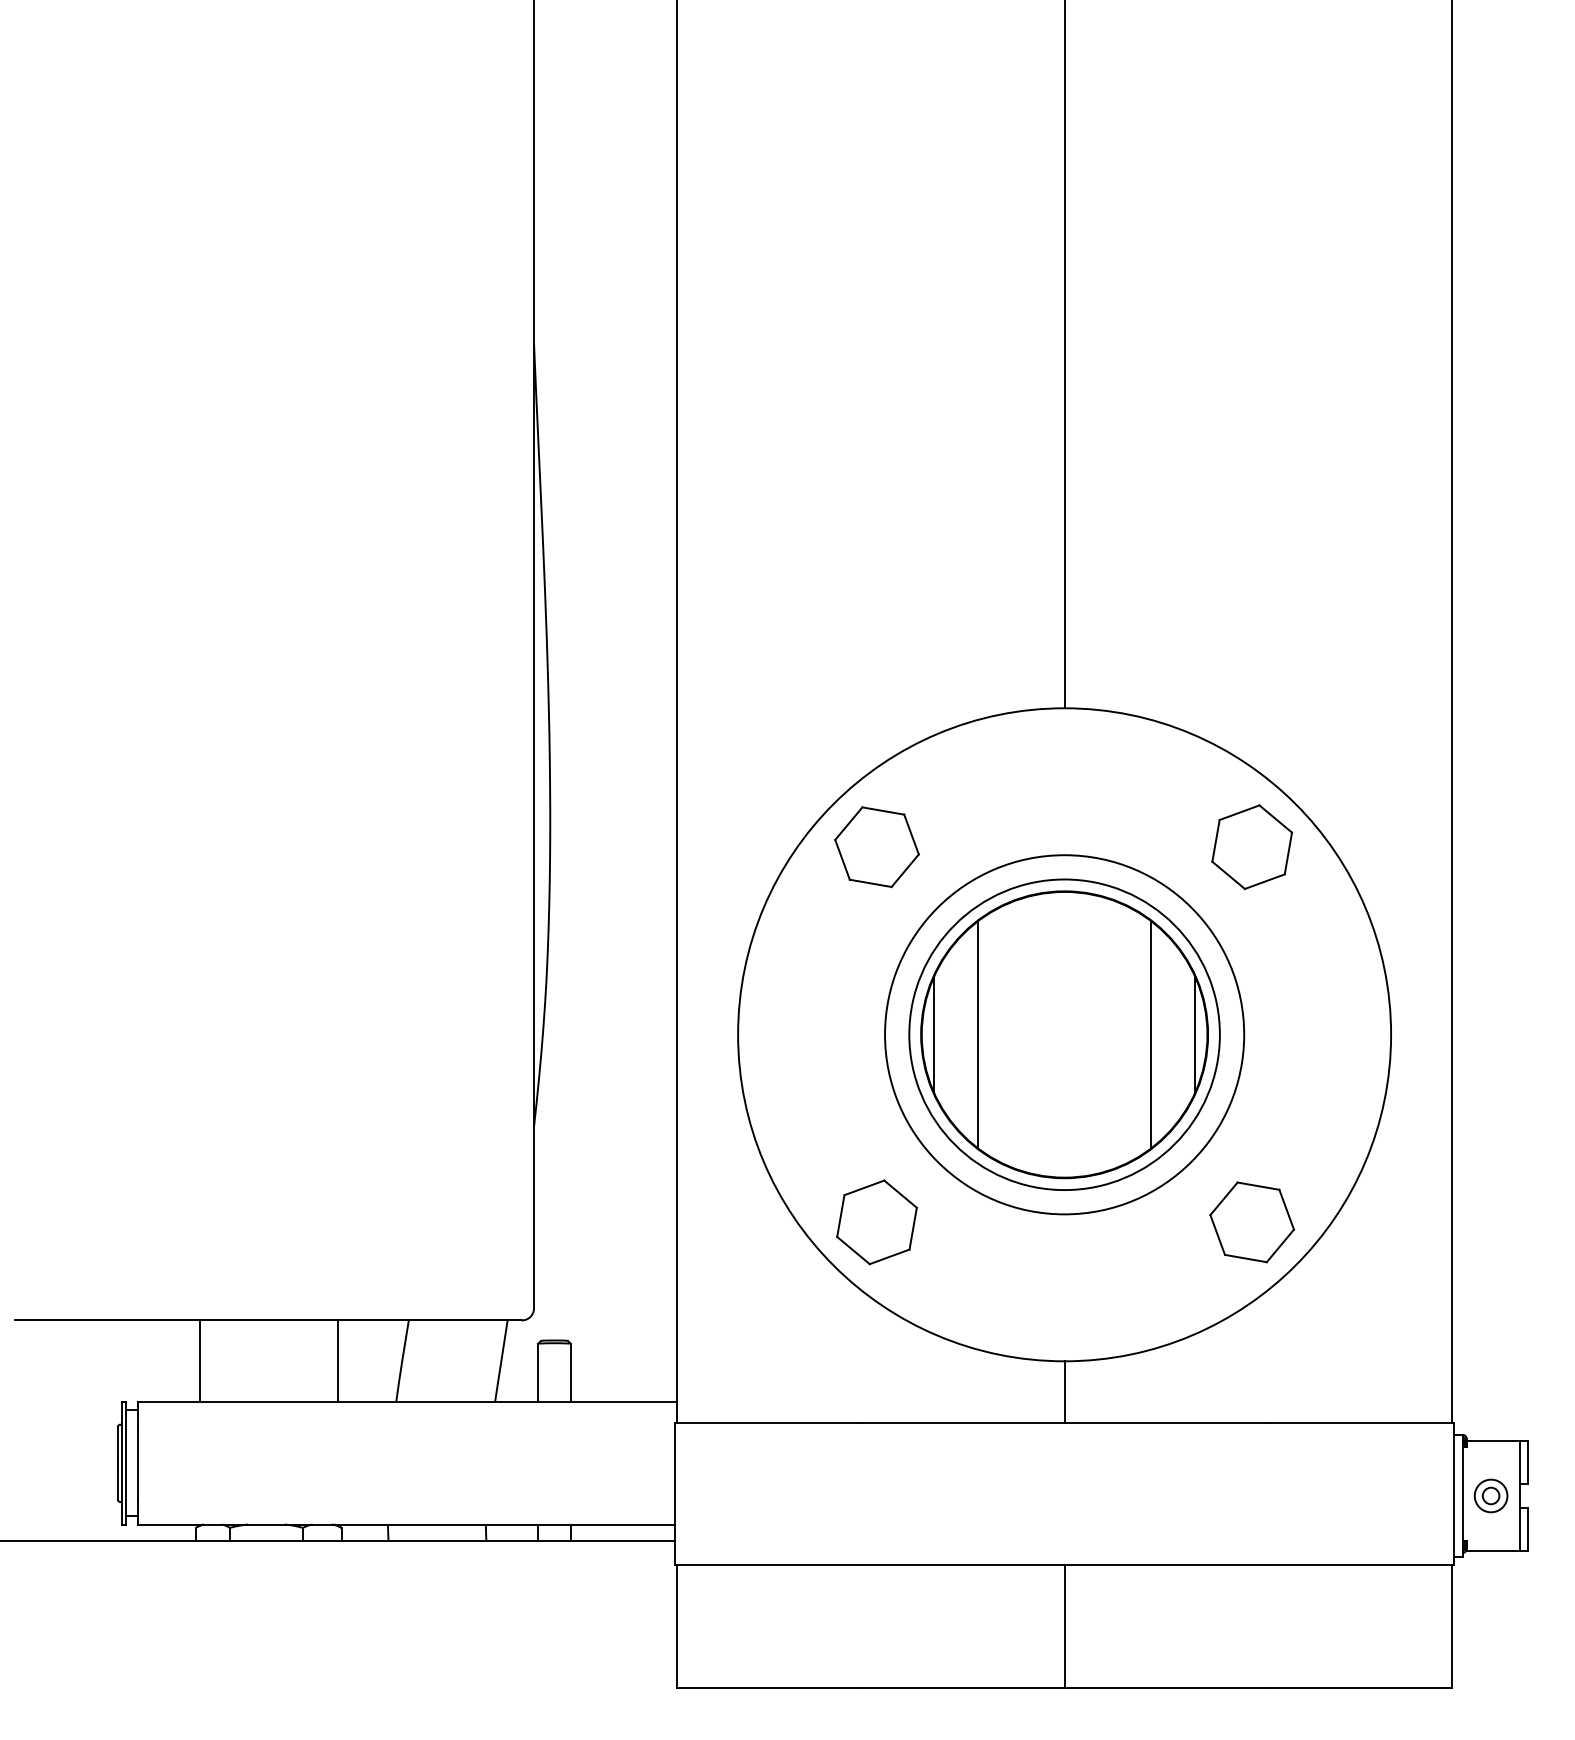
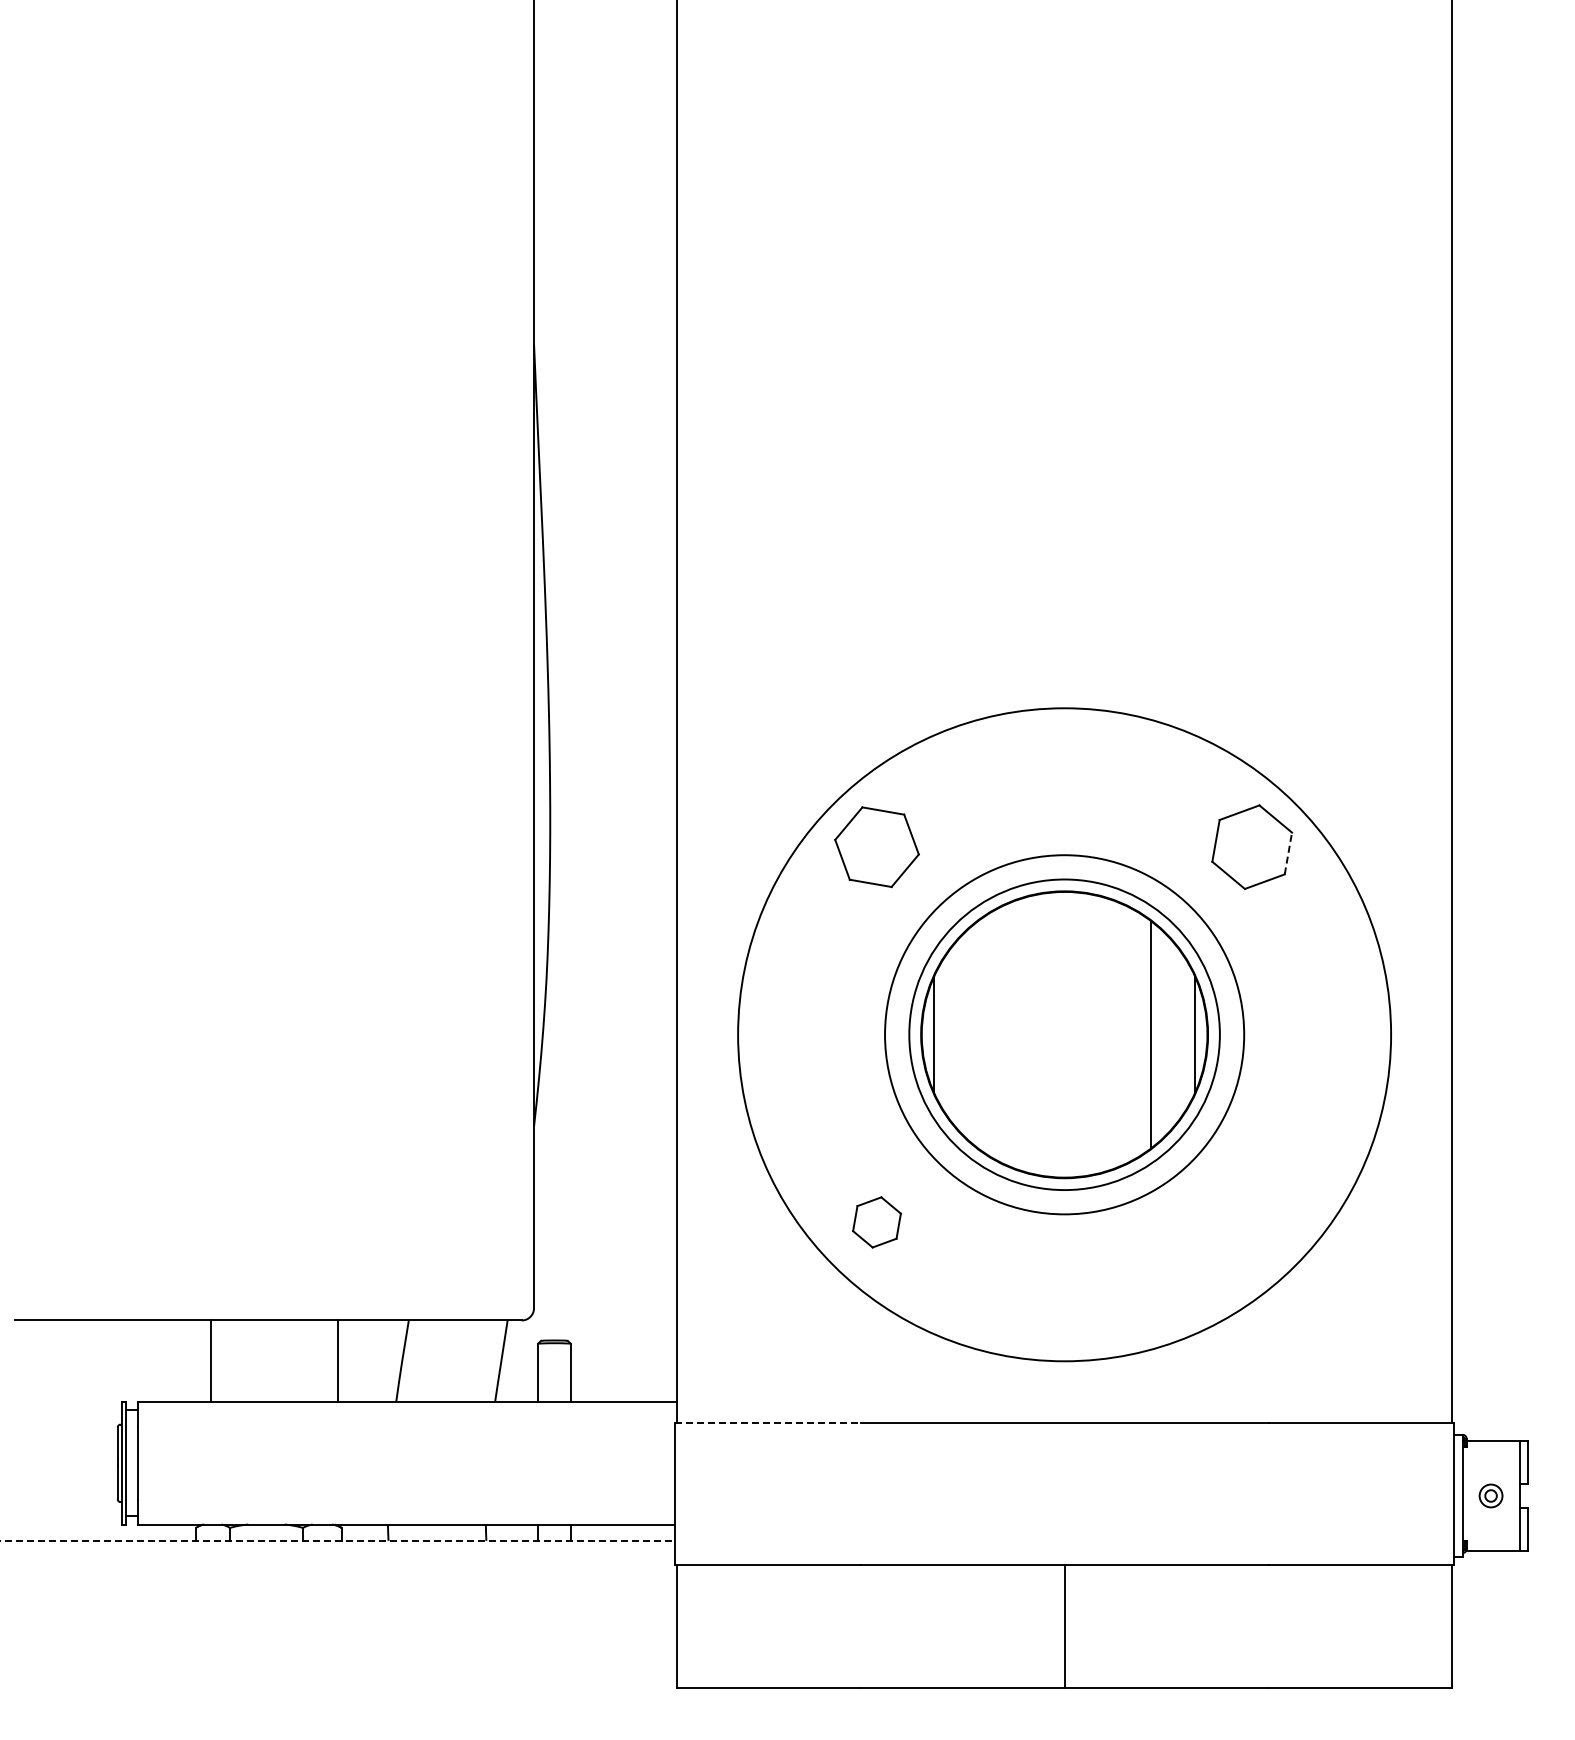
line at (1064, 355): present -> none
line at (1288, 853): solid -> dashed
line at (978, 1034): present -> none
part at (876, 1222) size: 82x87 px -> 50x53 px
part at (1252, 1222): present -> none
line at (199, 1361) position: (199, 1361) -> (210, 1361)
line at (1064, 1391): present -> none
line at (767, 1422): solid -> dashed
part at (1490, 1495) size: 36x36 px -> 26x26 px
line at (338, 1540): solid -> dashed
